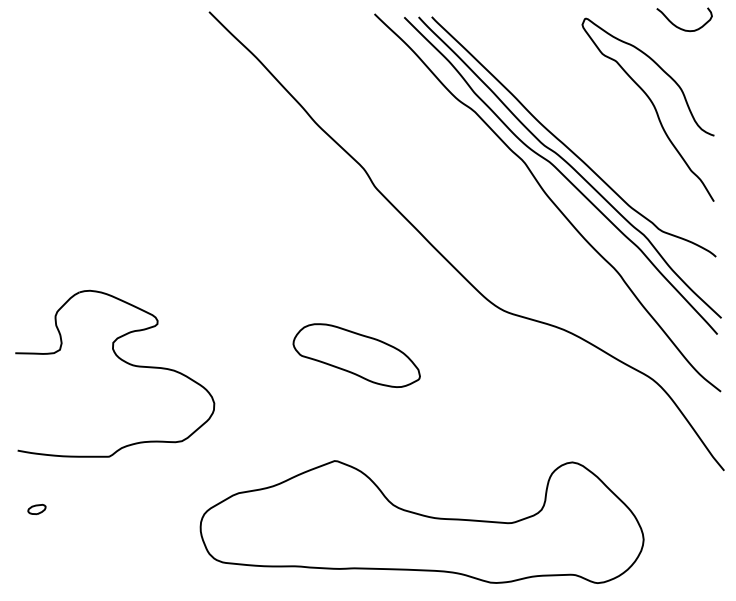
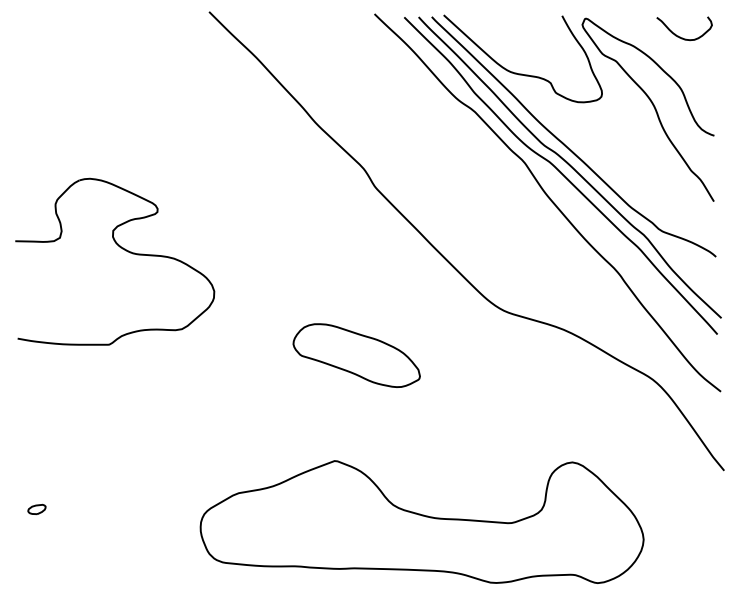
curve at (680, 27) position: (680, 27) -> (680, 36)
curve at (522, 73): none -> present
part at (122, 361) position: (122, 361) -> (122, 249)
